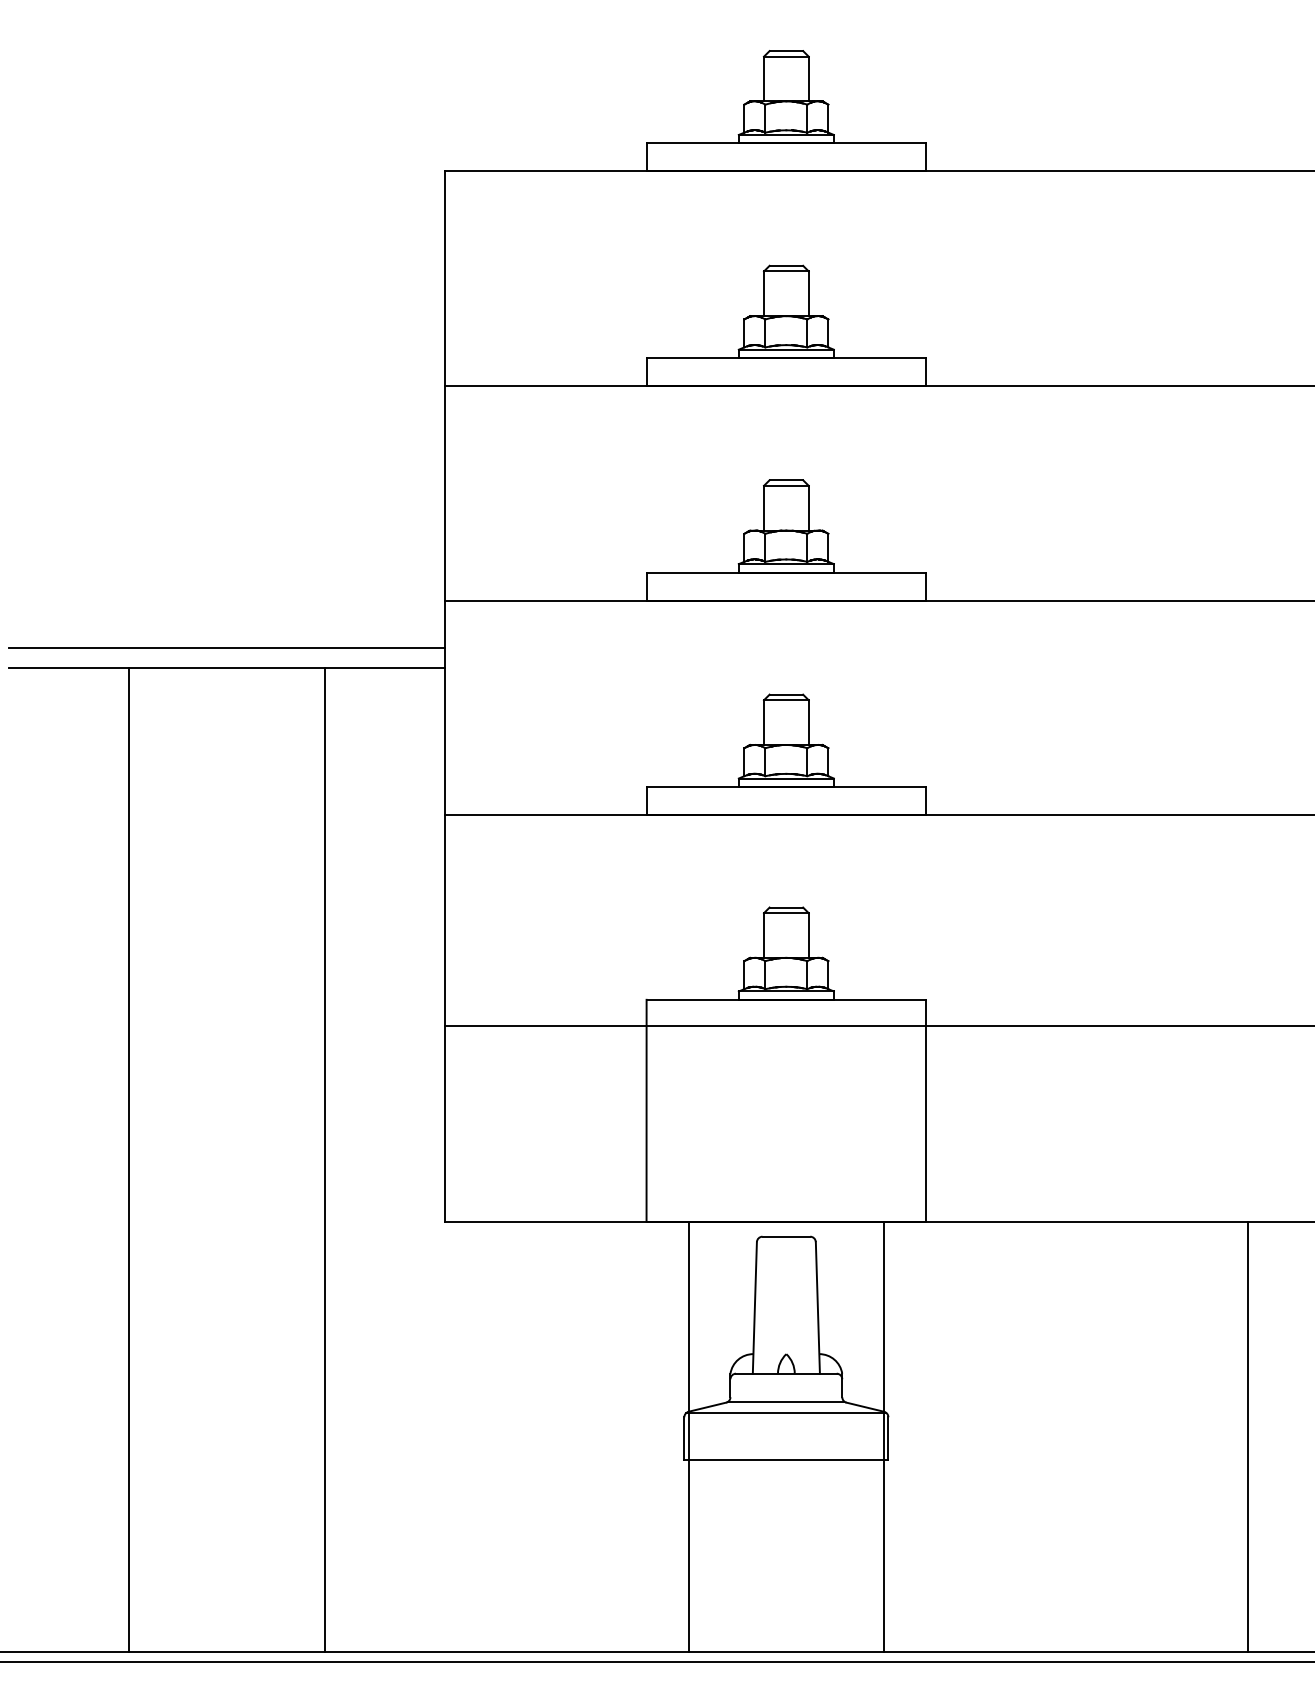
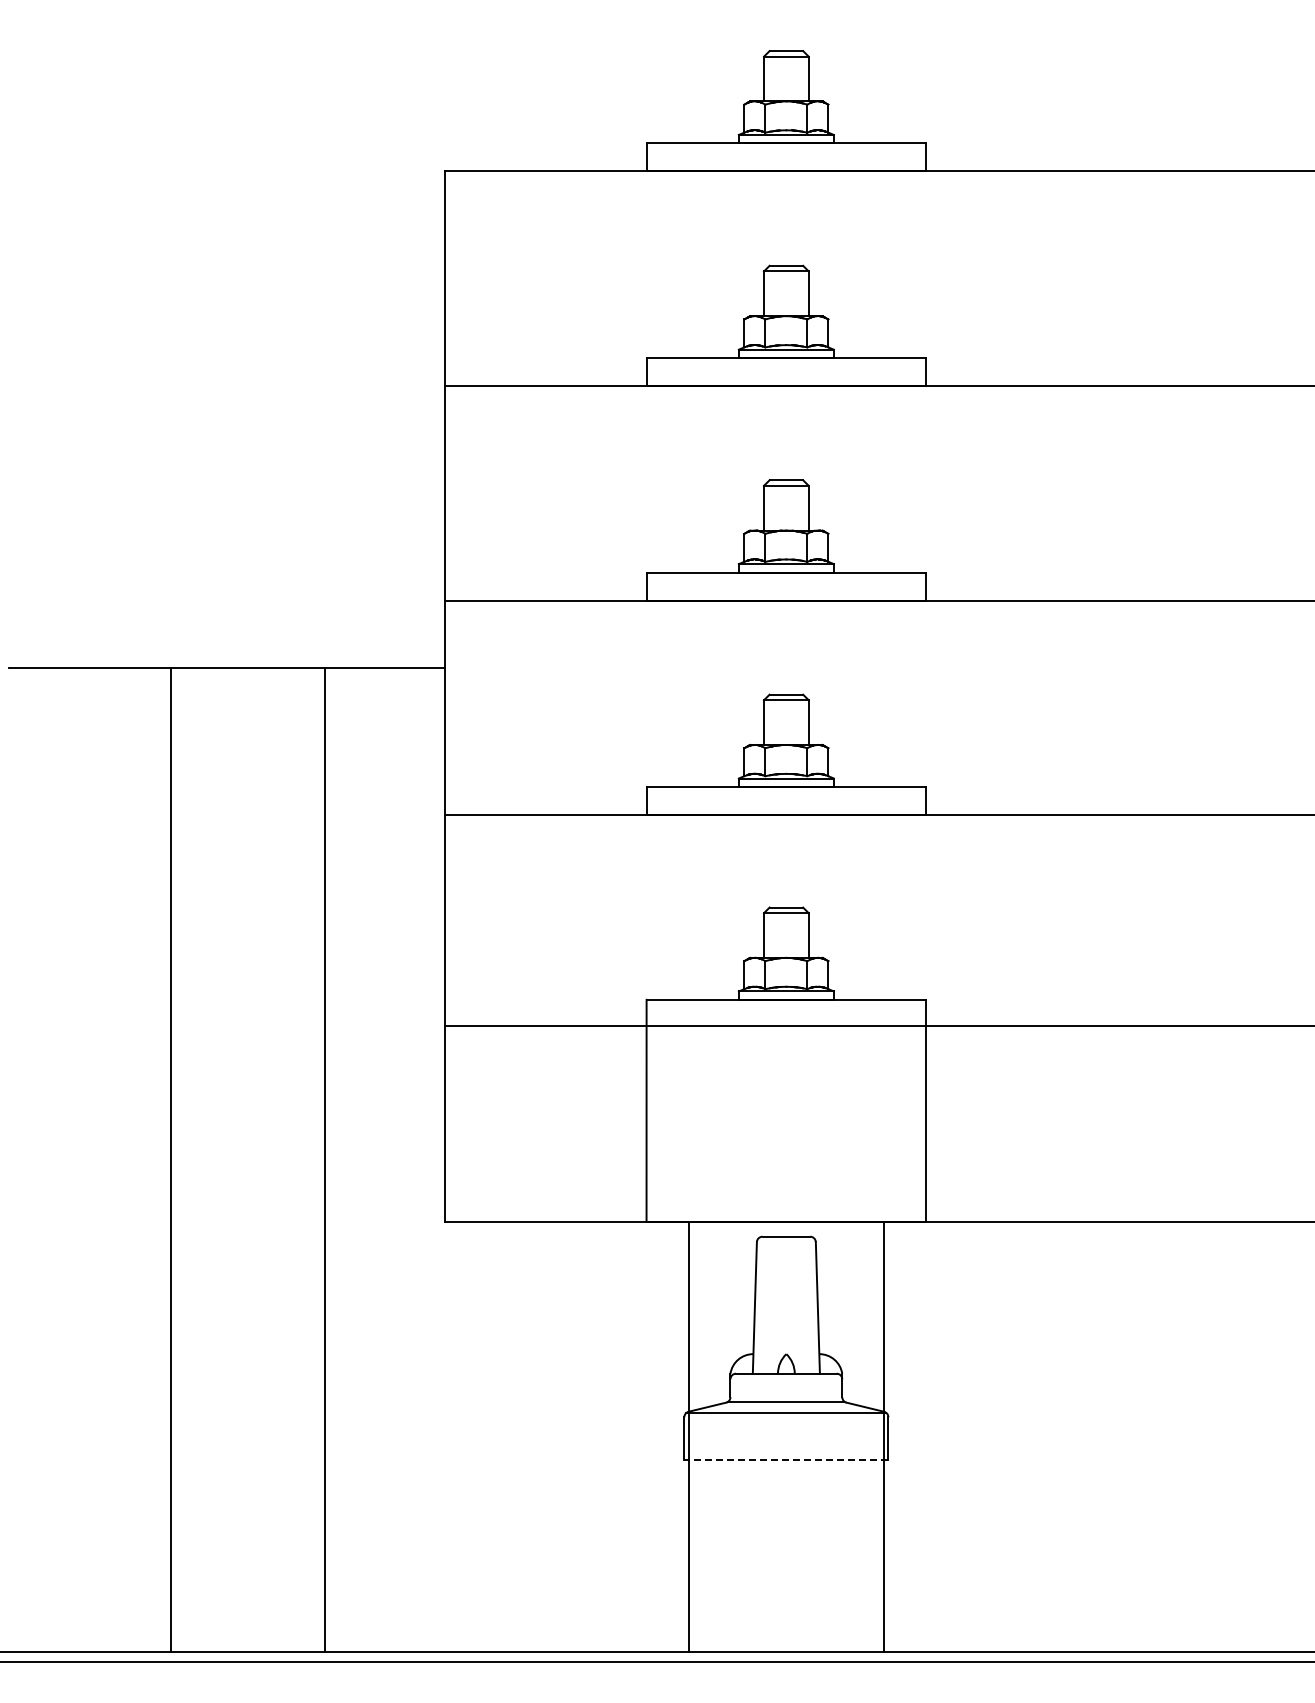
line at (227, 647): present -> none
line at (129, 1159) position: (129, 1159) -> (171, 1159)
line at (1247, 1436): present -> none
line at (785, 1460): solid -> dashed
